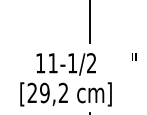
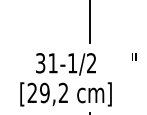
text at (40, 63): 11-1/2 -> 31-1/2
